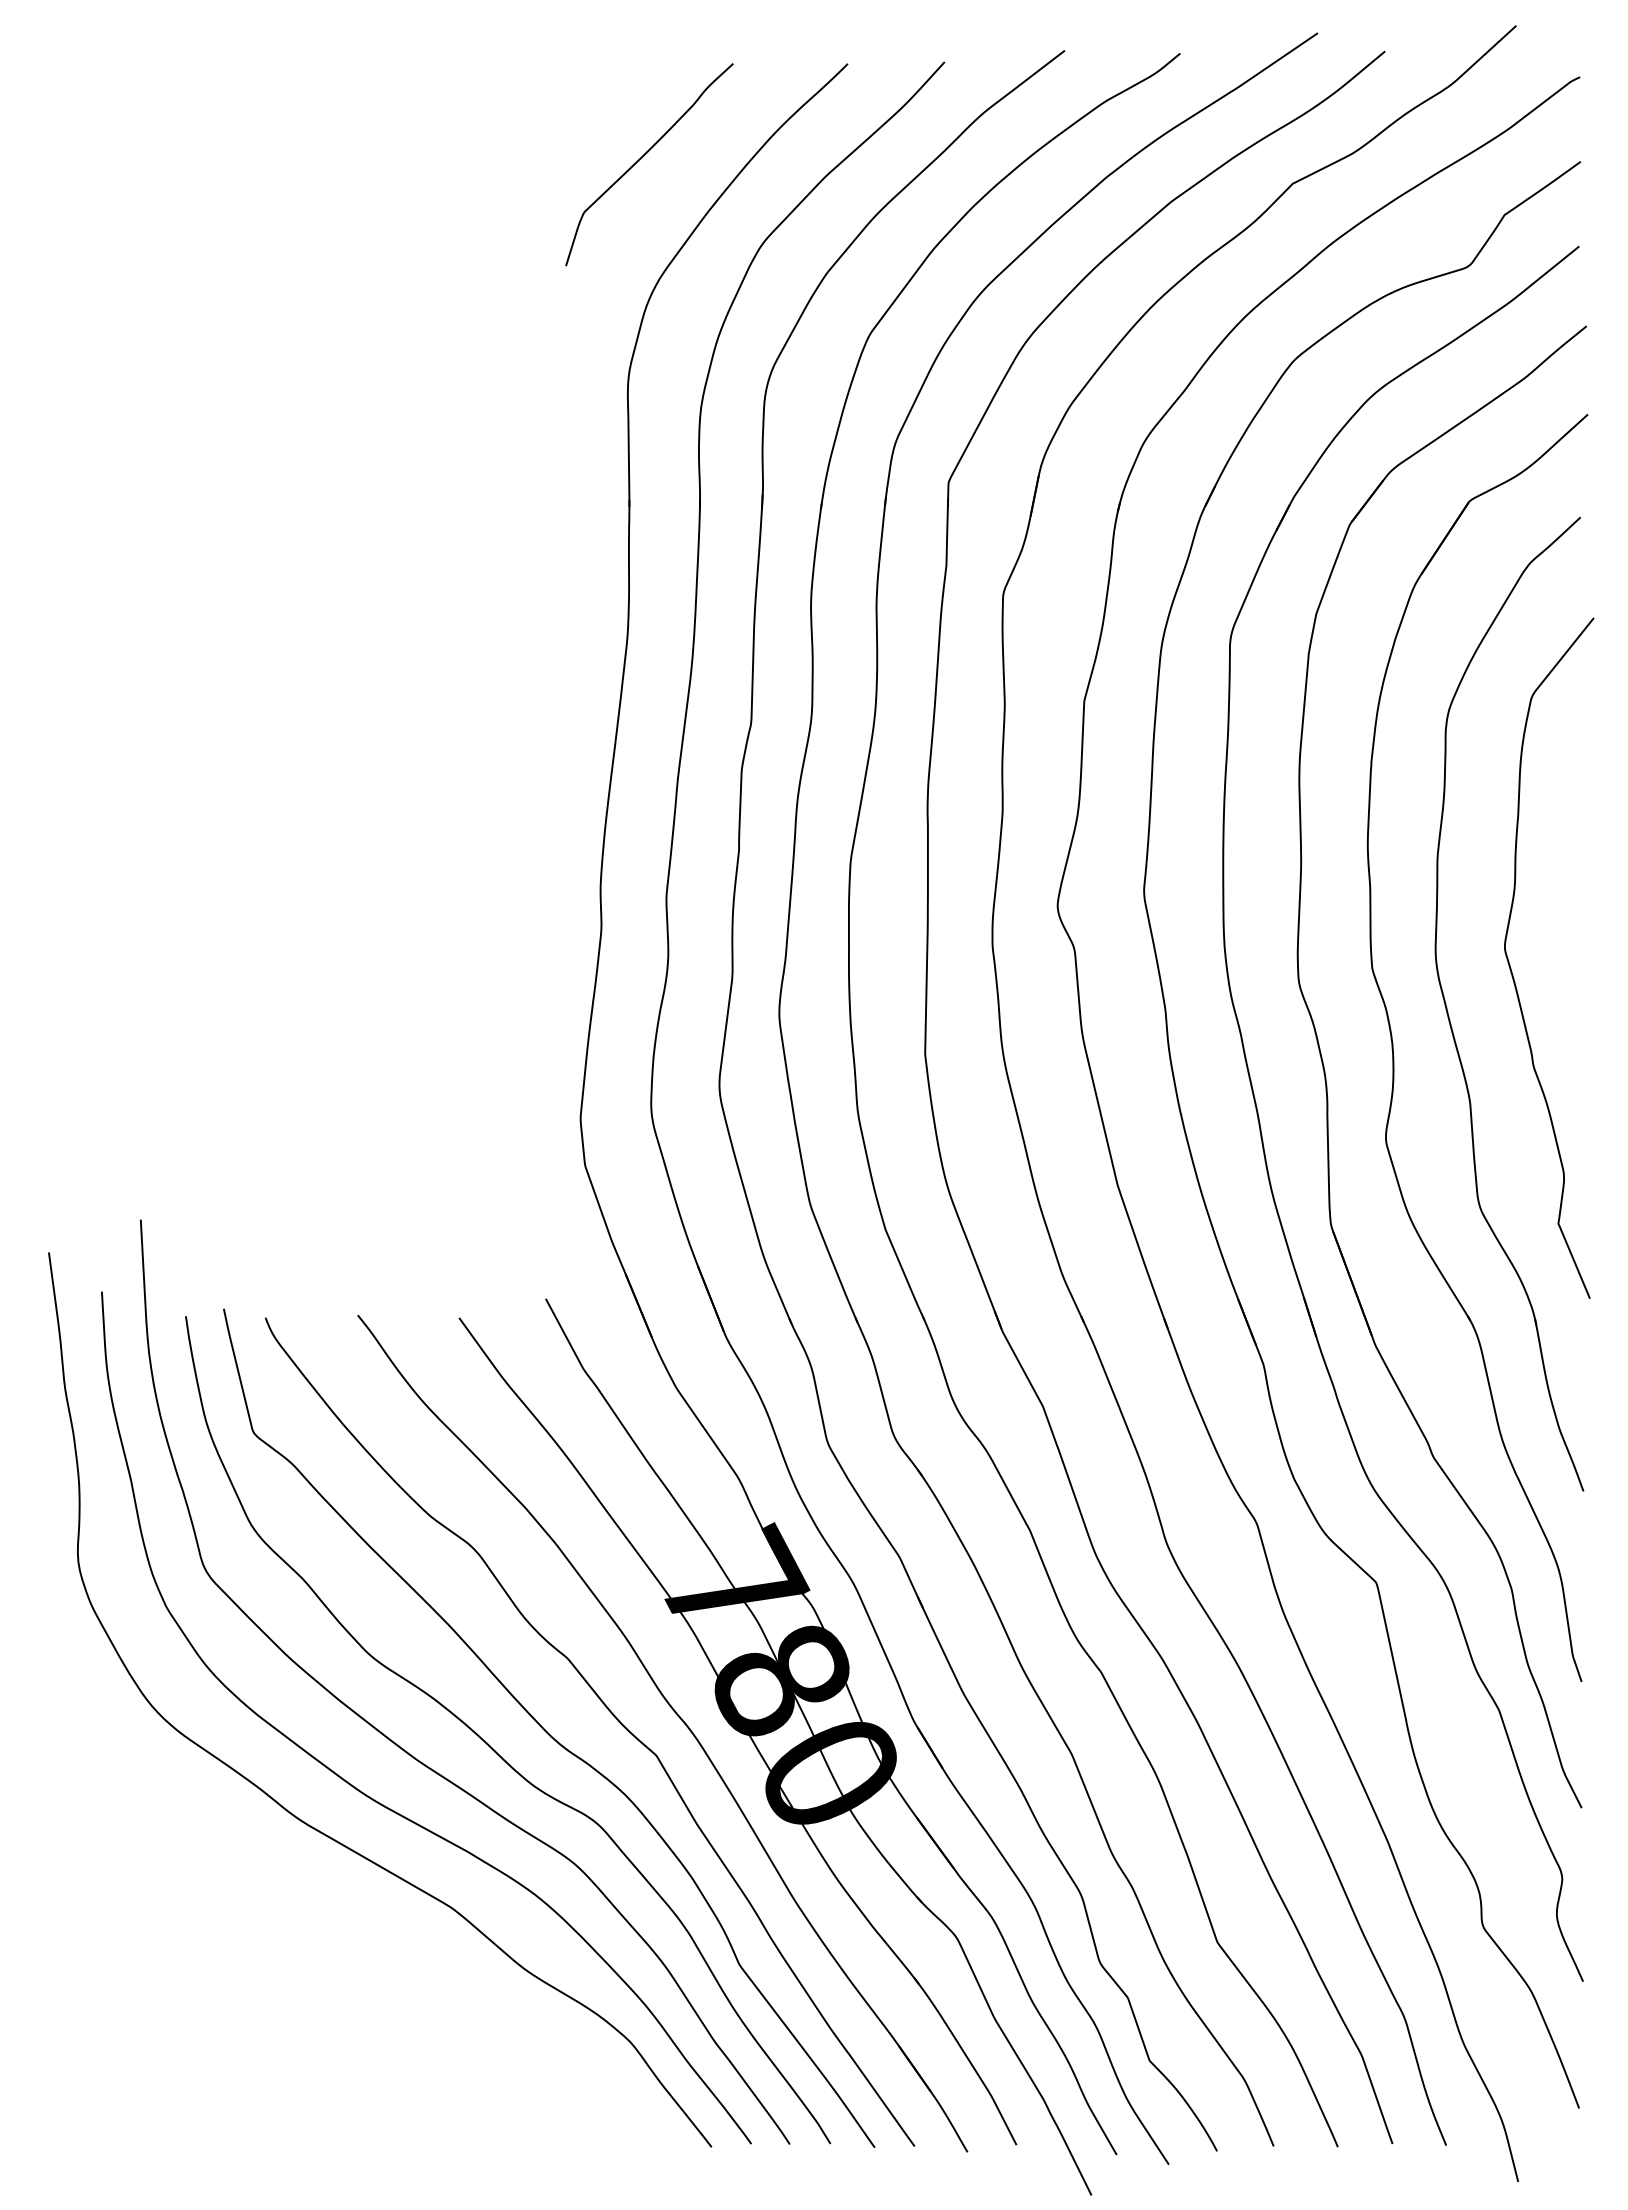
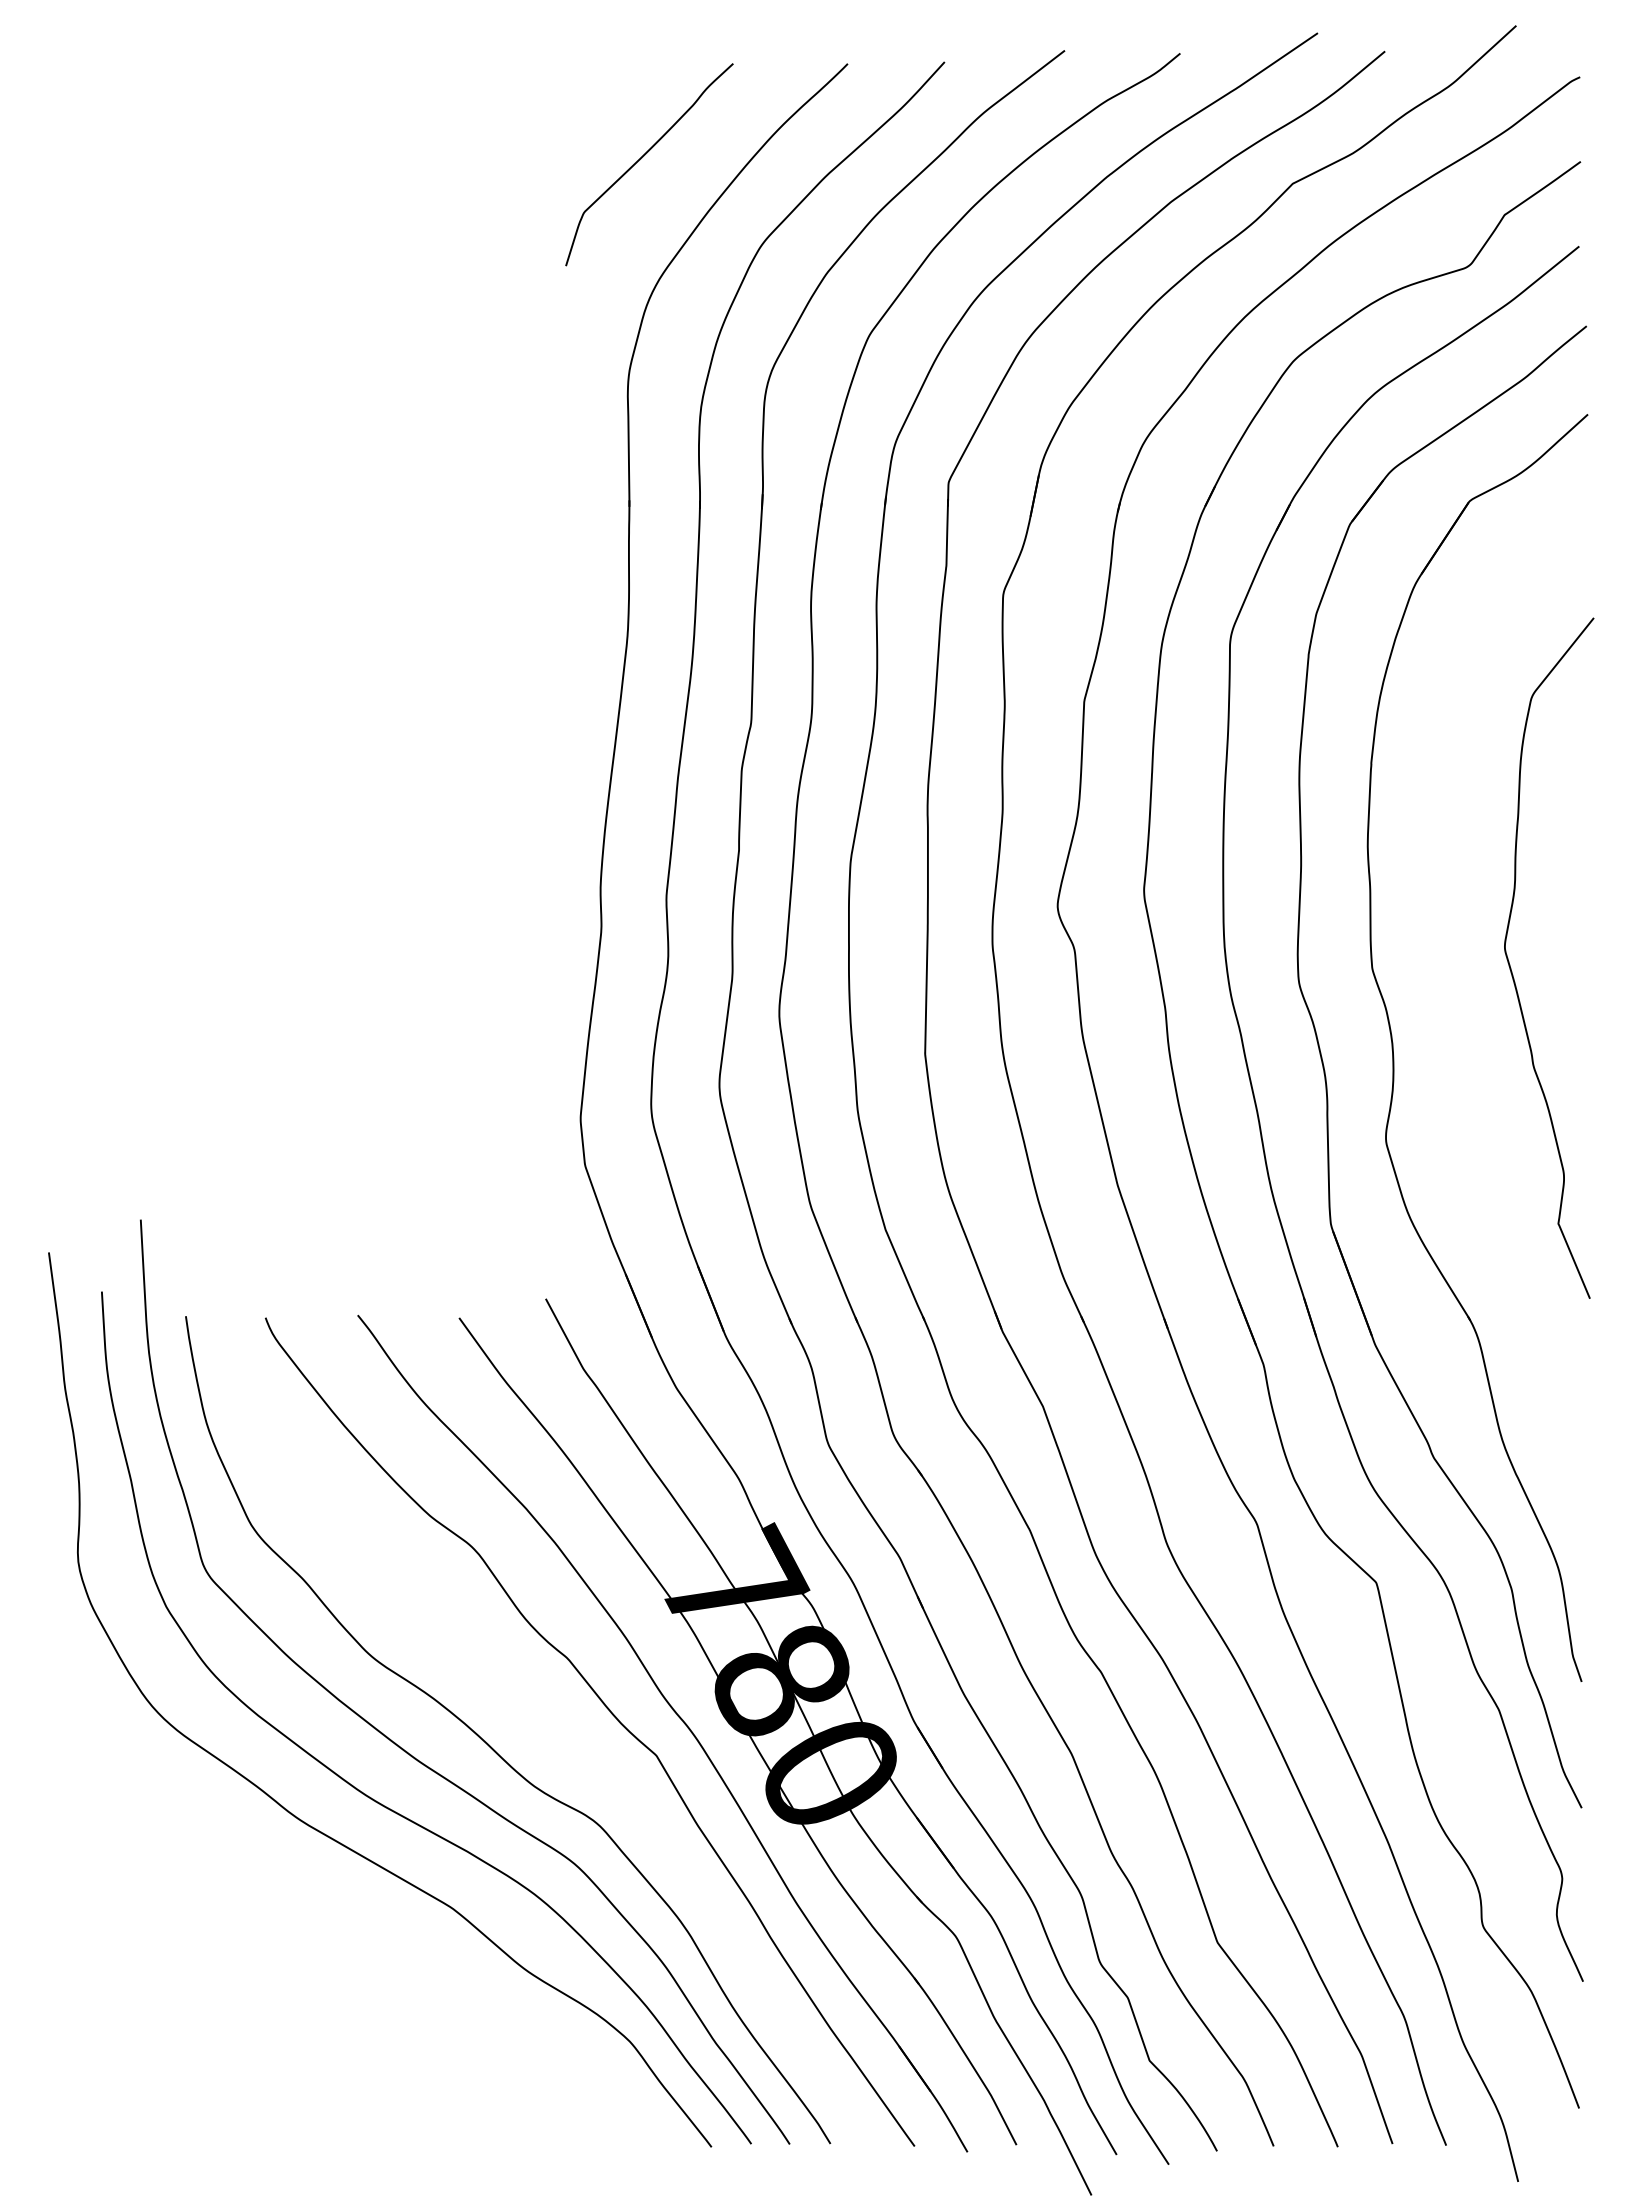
part at (1451, 1023): present -> none
curve at (546, 1730): present -> none
